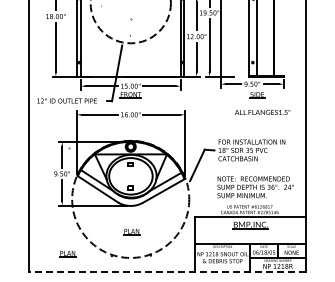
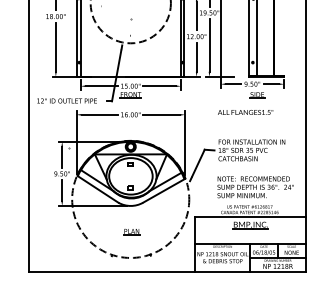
text at (262, 112) position: (262, 112) -> (245, 112)
part at (67, 254): present -> none
line at (167, 272): dashed -> solid
